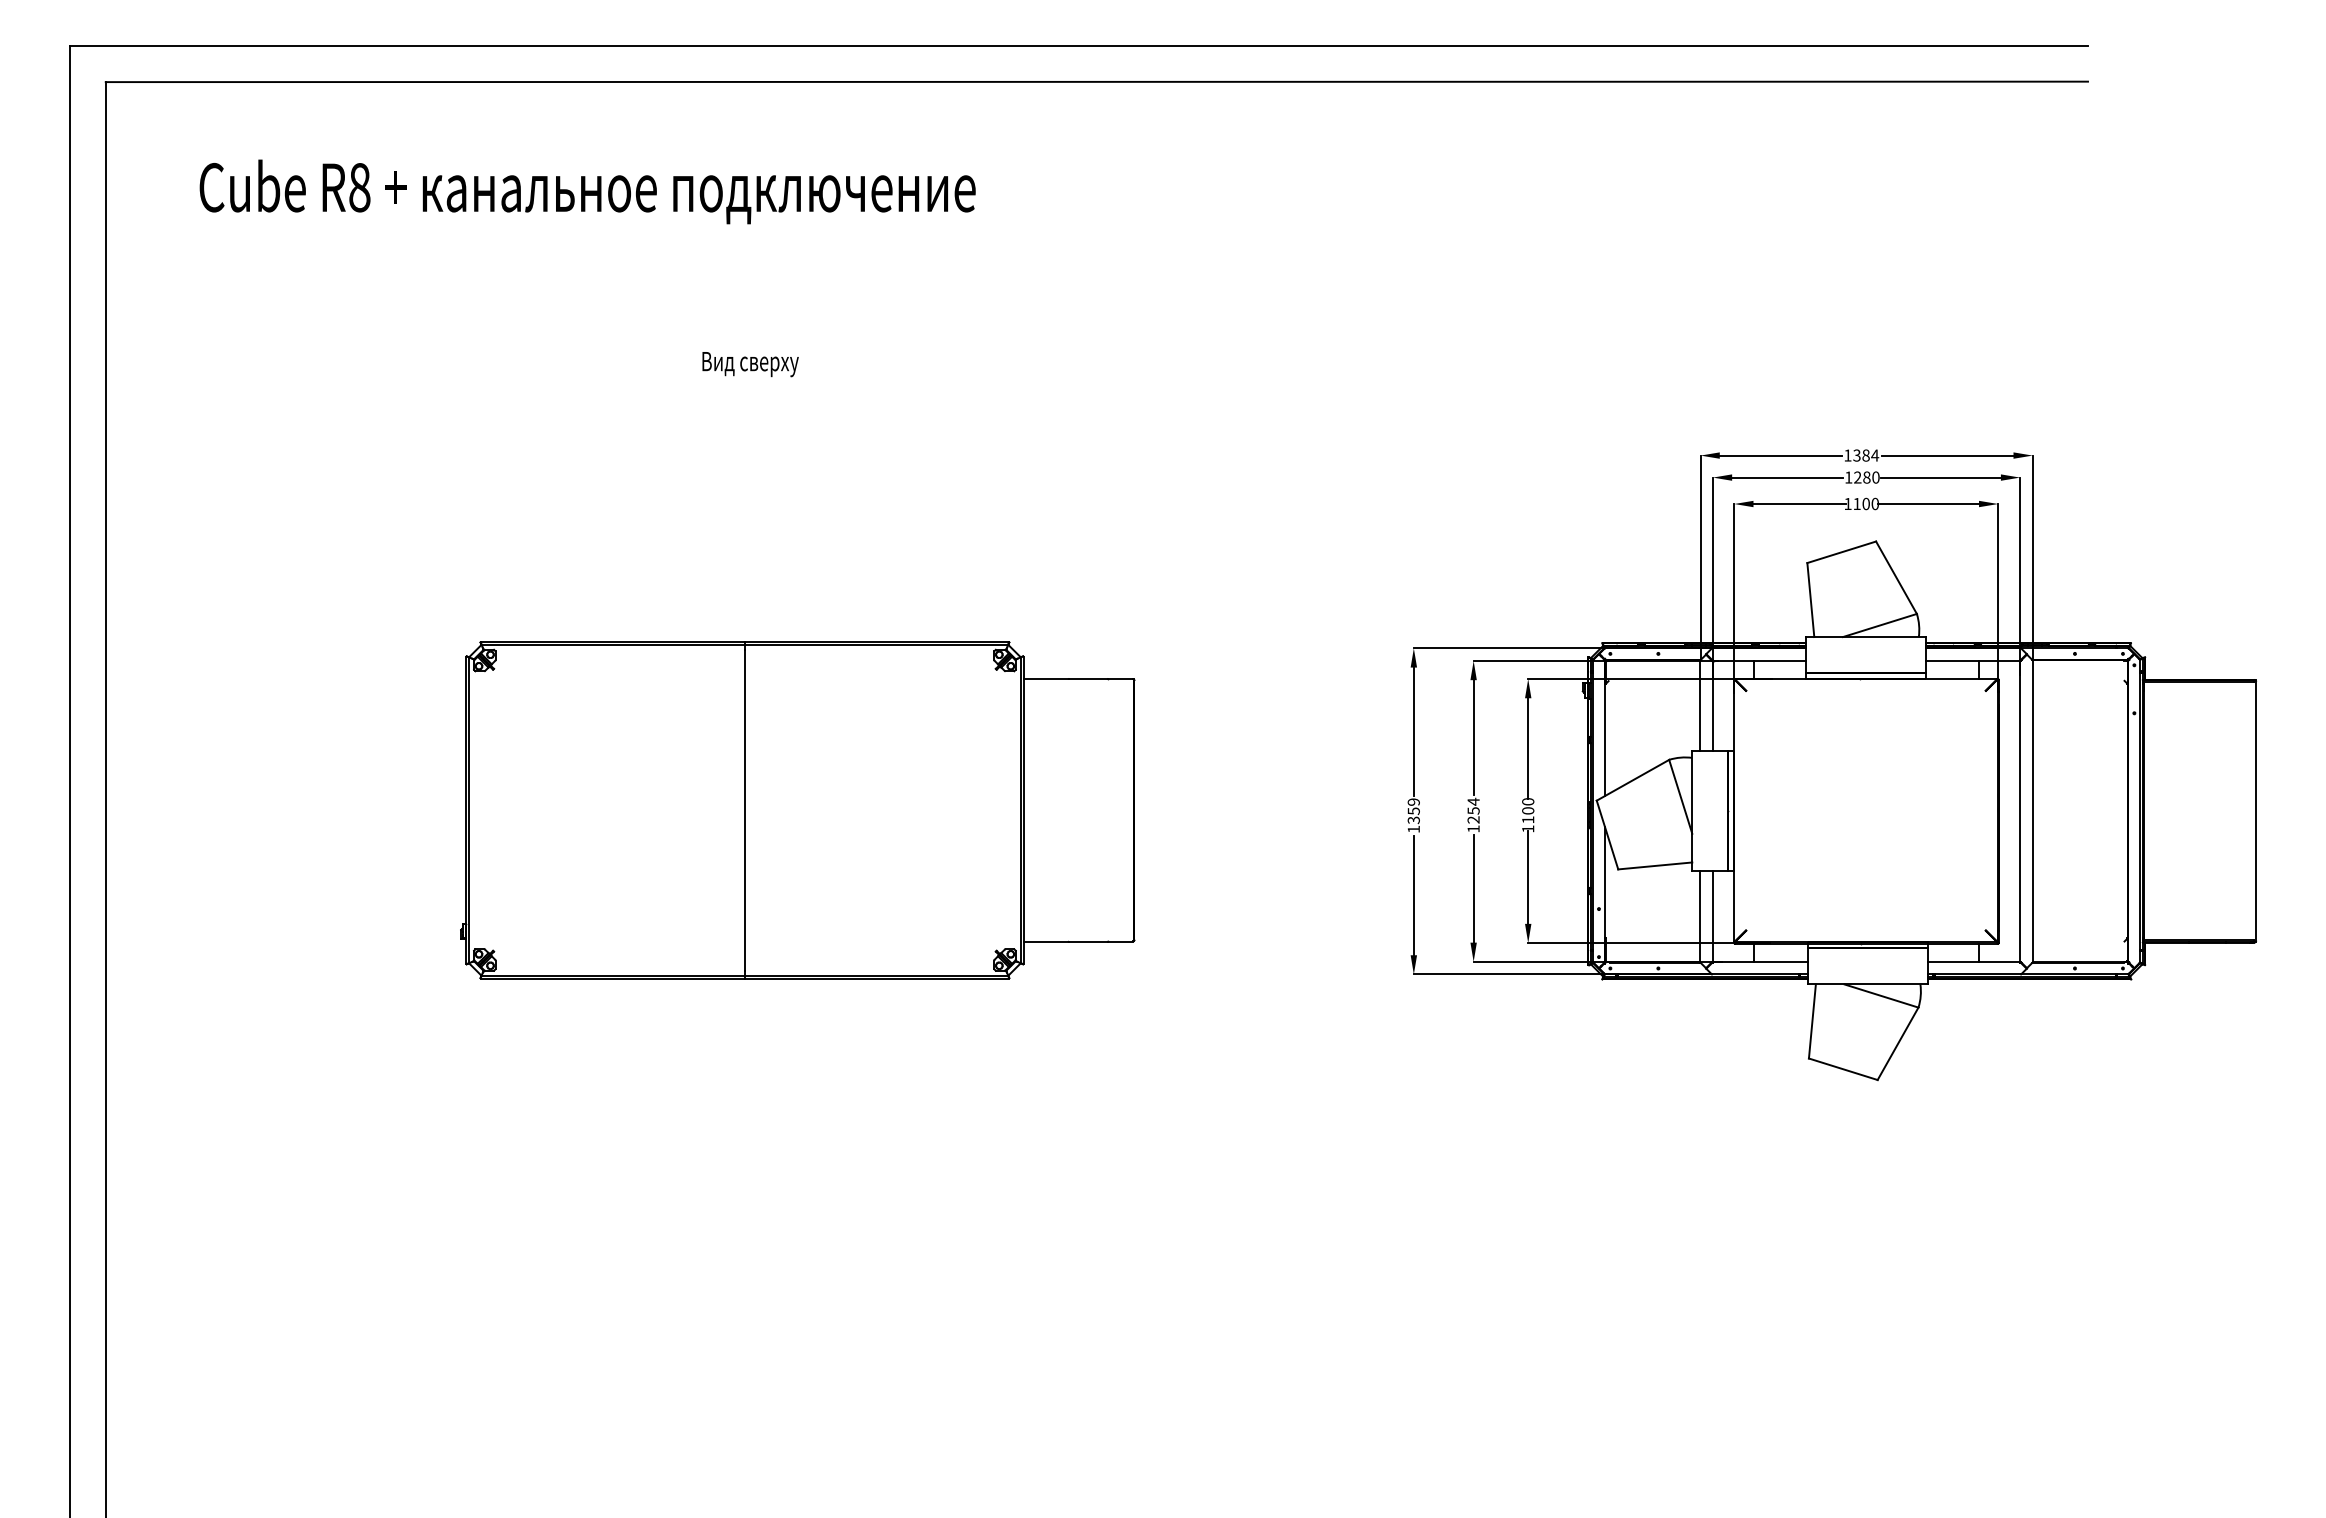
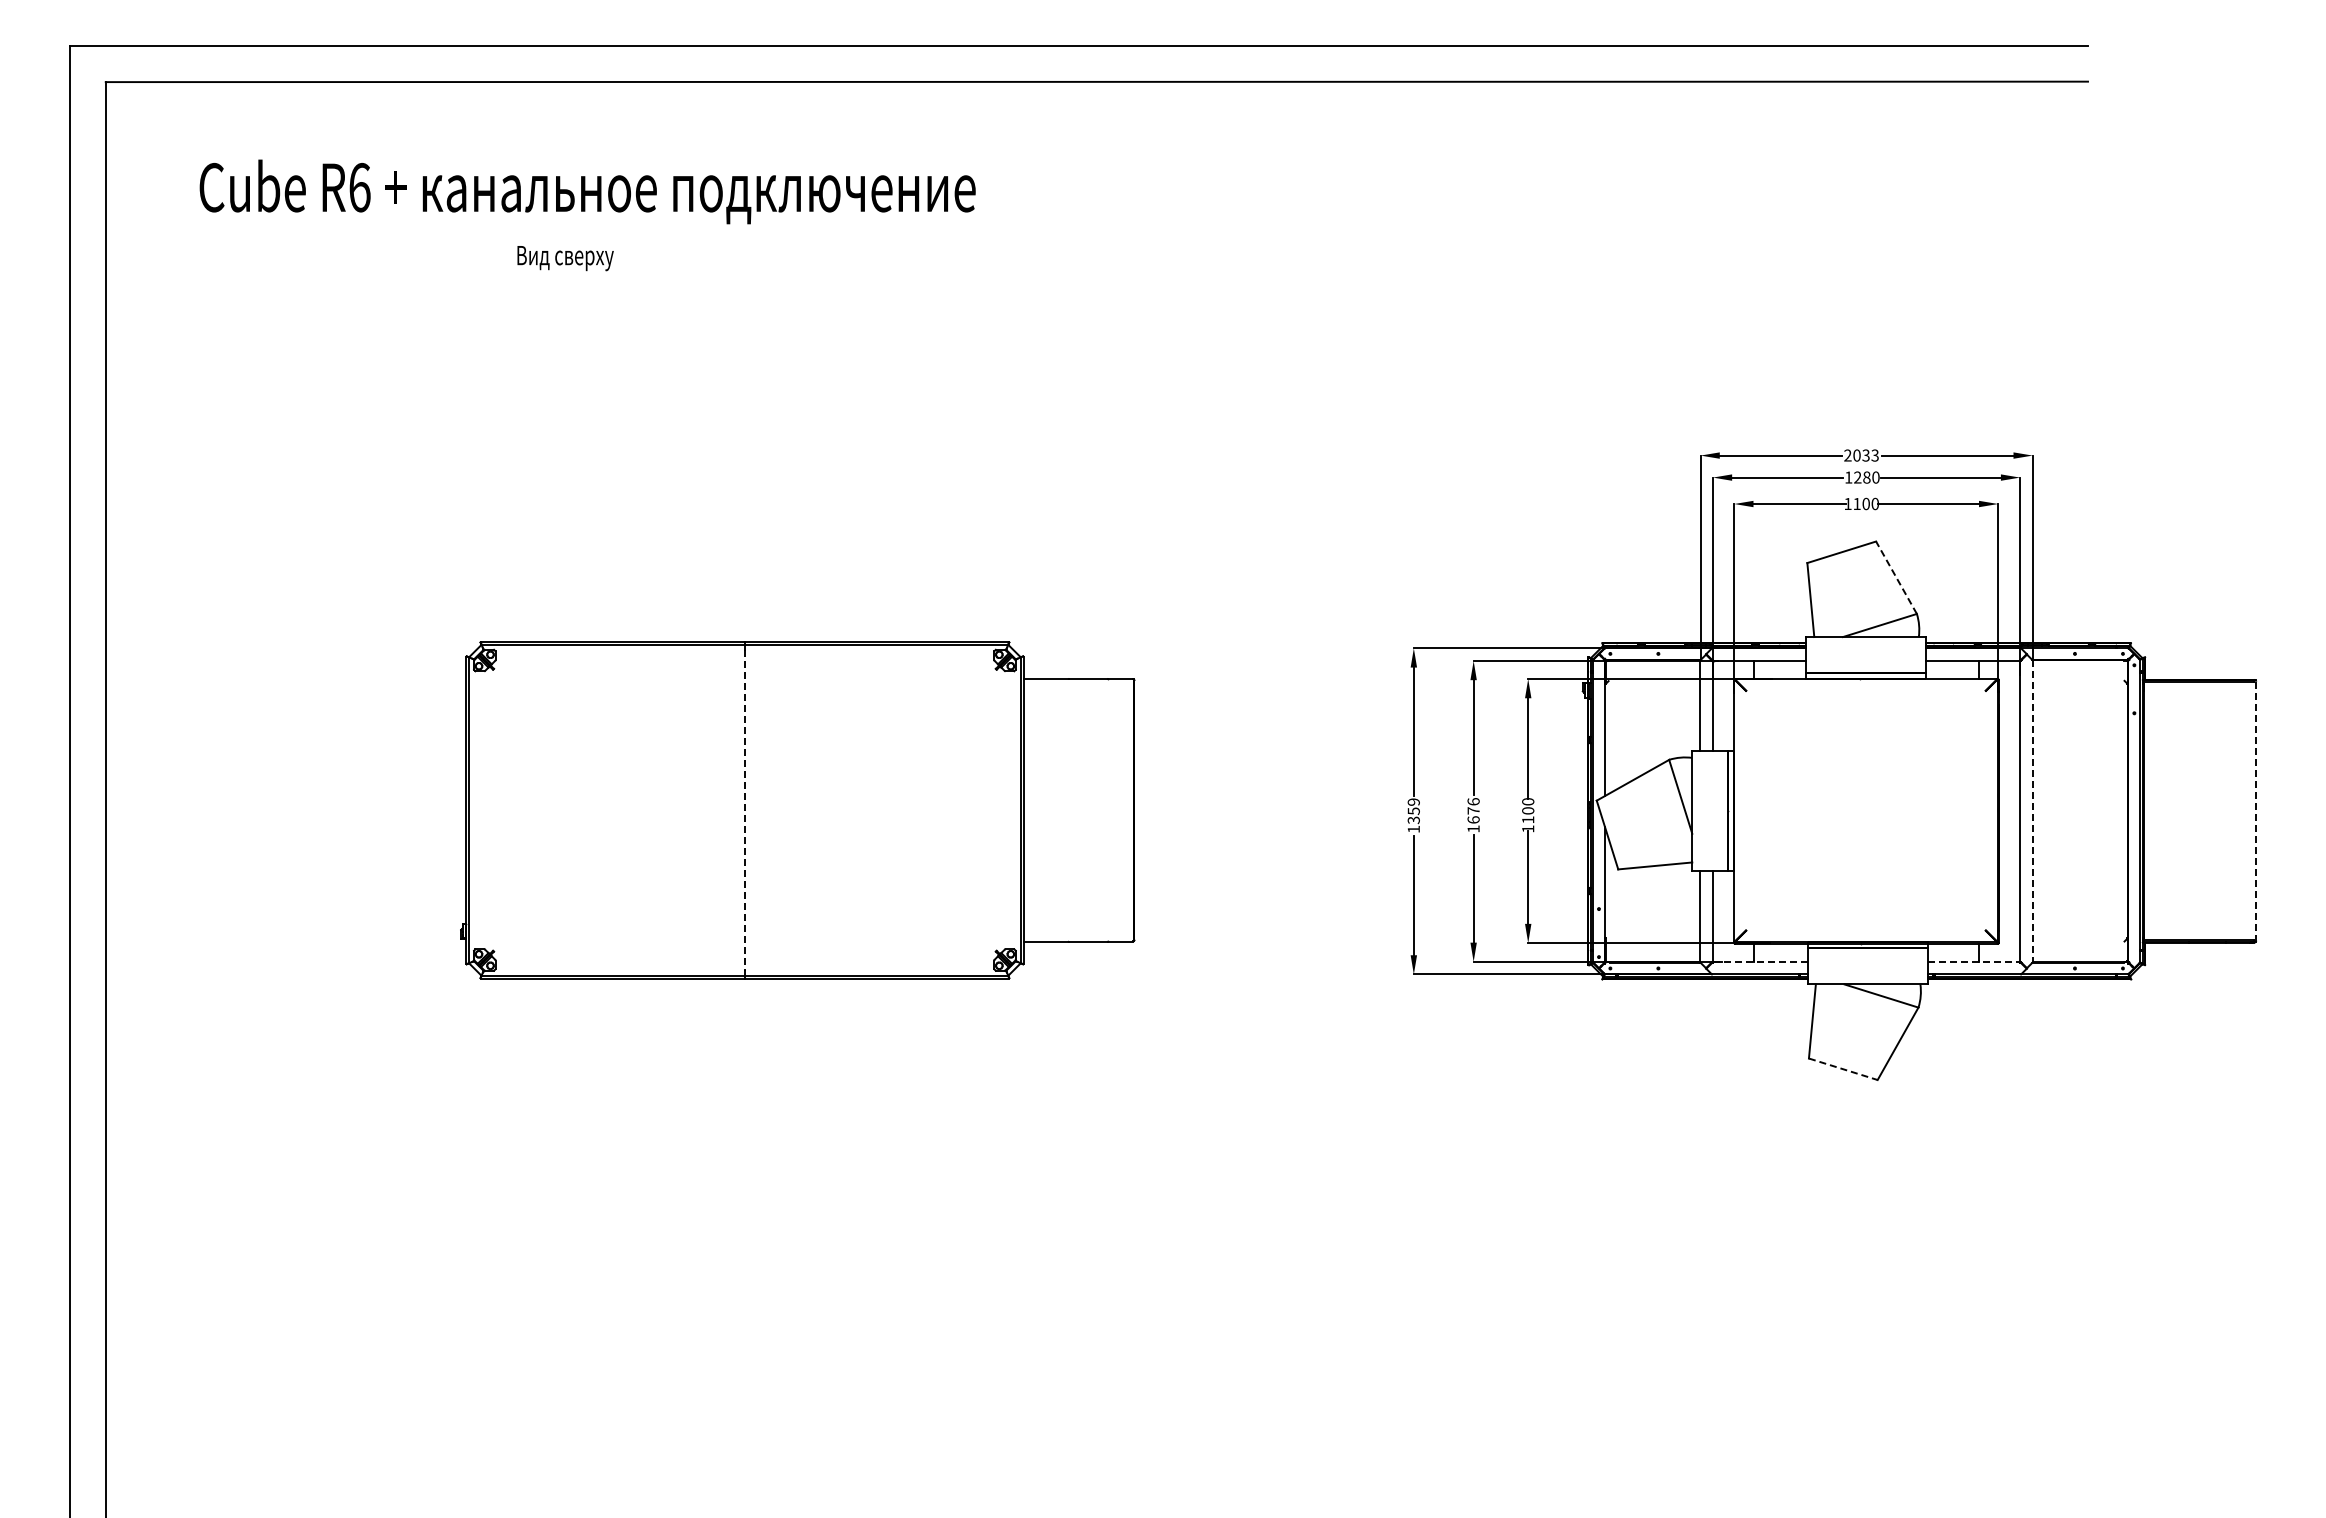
text at (359, 187): R8 -> R6
text at (750, 364) position: (750, 364) -> (565, 258)
text at (1861, 455): 1384 -> 2033
line at (1896, 577): solid -> dashed
line at (744, 810): solid -> dashed
text at (1473, 810): 1254 -> 1676
line at (2032, 811): solid -> dashed
line at (2256, 811): solid -> dashed
line at (1760, 961): solid -> dashed
line at (1974, 961): solid -> dashed
line at (1843, 1069): solid -> dashed
